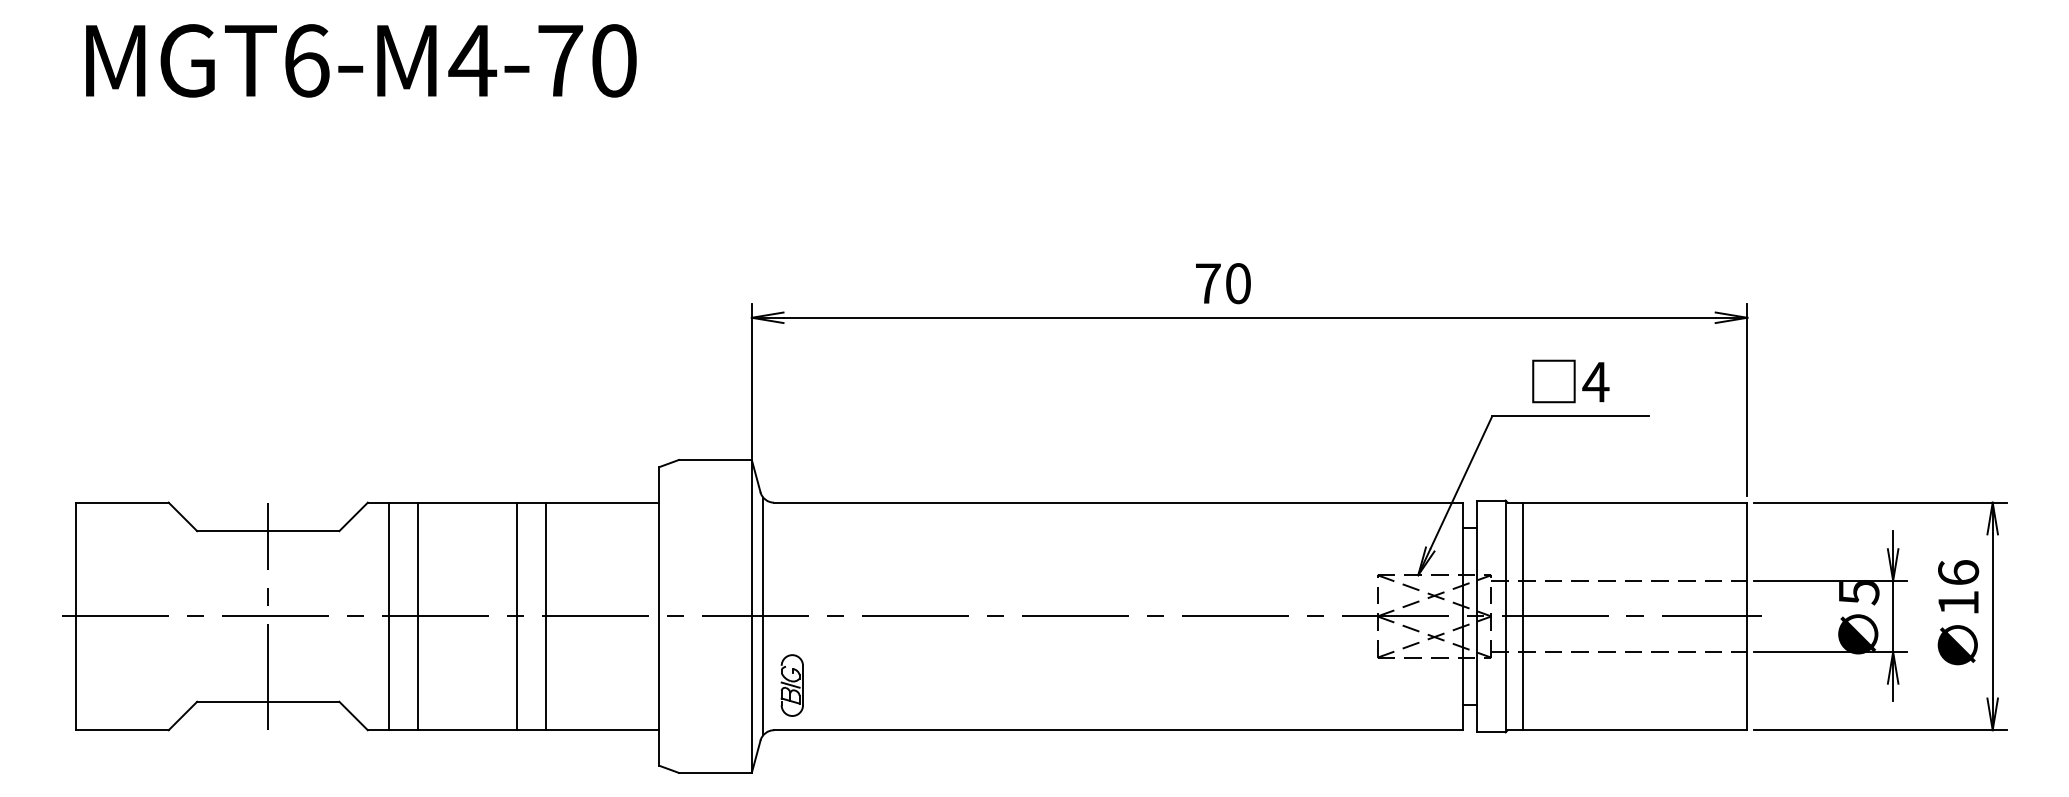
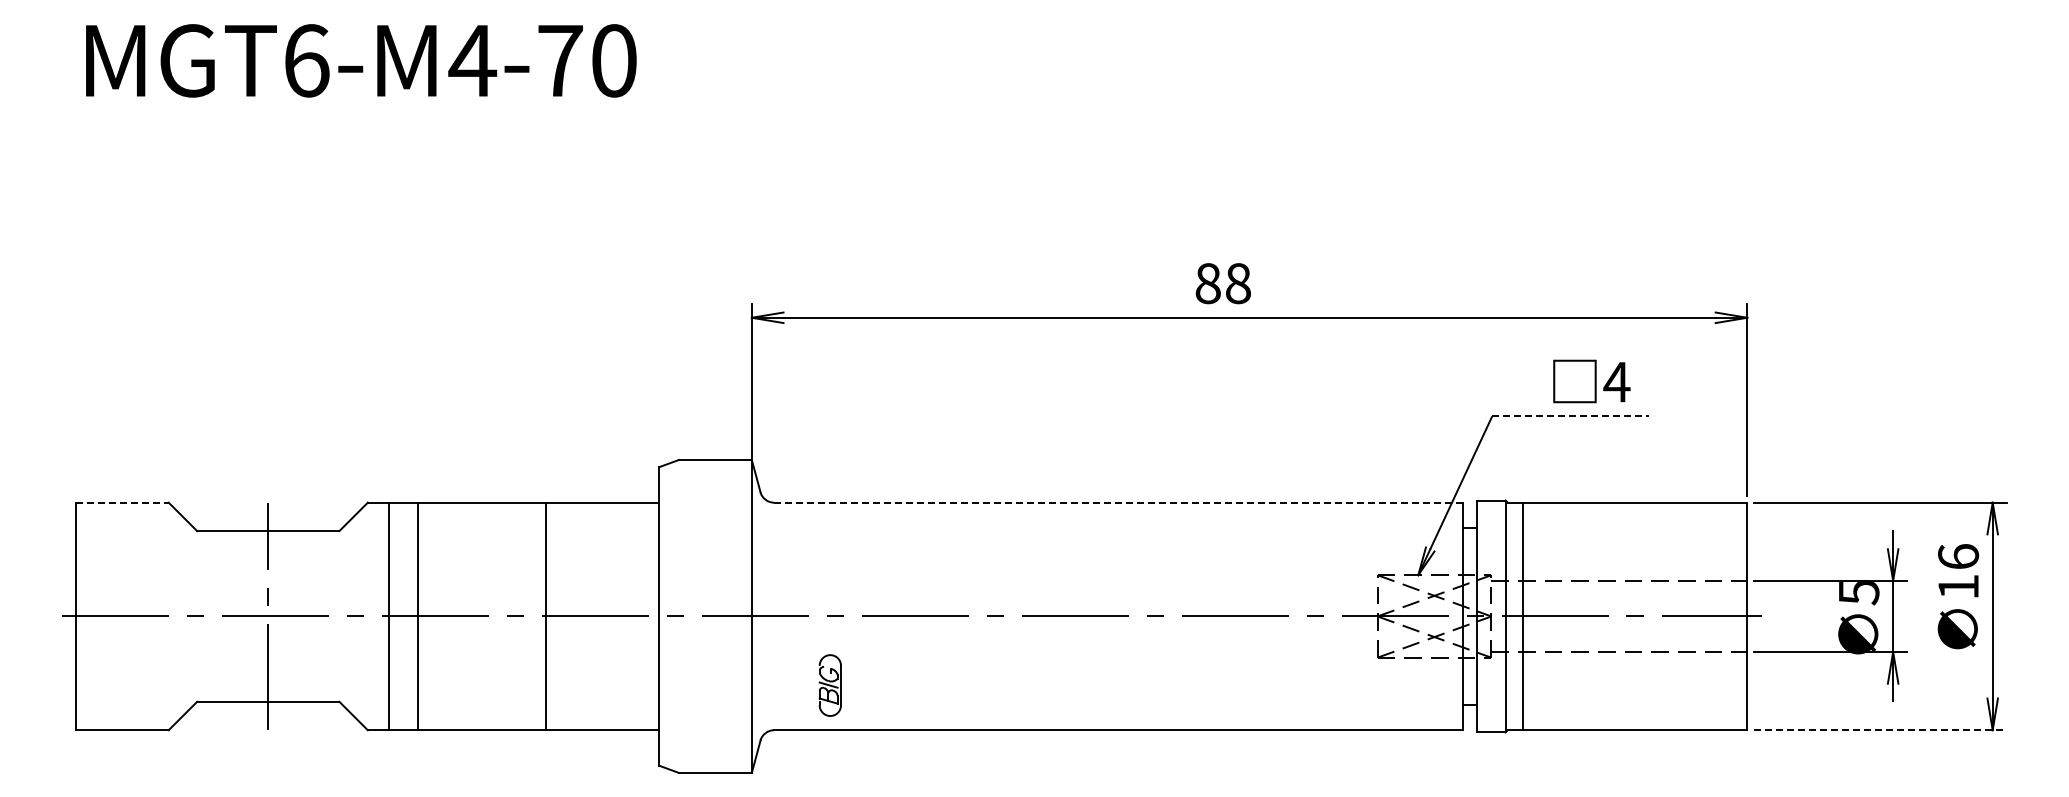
text at (1222, 283): 70 -> 88
text at (1570, 381) position: (1570, 381) -> (1591, 381)
line at (1570, 416): solid -> dashed
line at (123, 502): solid -> dashed
line at (1118, 502): solid -> dashed
text at (1958, 612) position: (1958, 612) -> (1958, 596)
line at (517, 616): present -> none
line at (763, 616): present -> none
part at (791, 685) position: (791, 685) -> (829, 685)
line at (1881, 730): solid -> dashed
